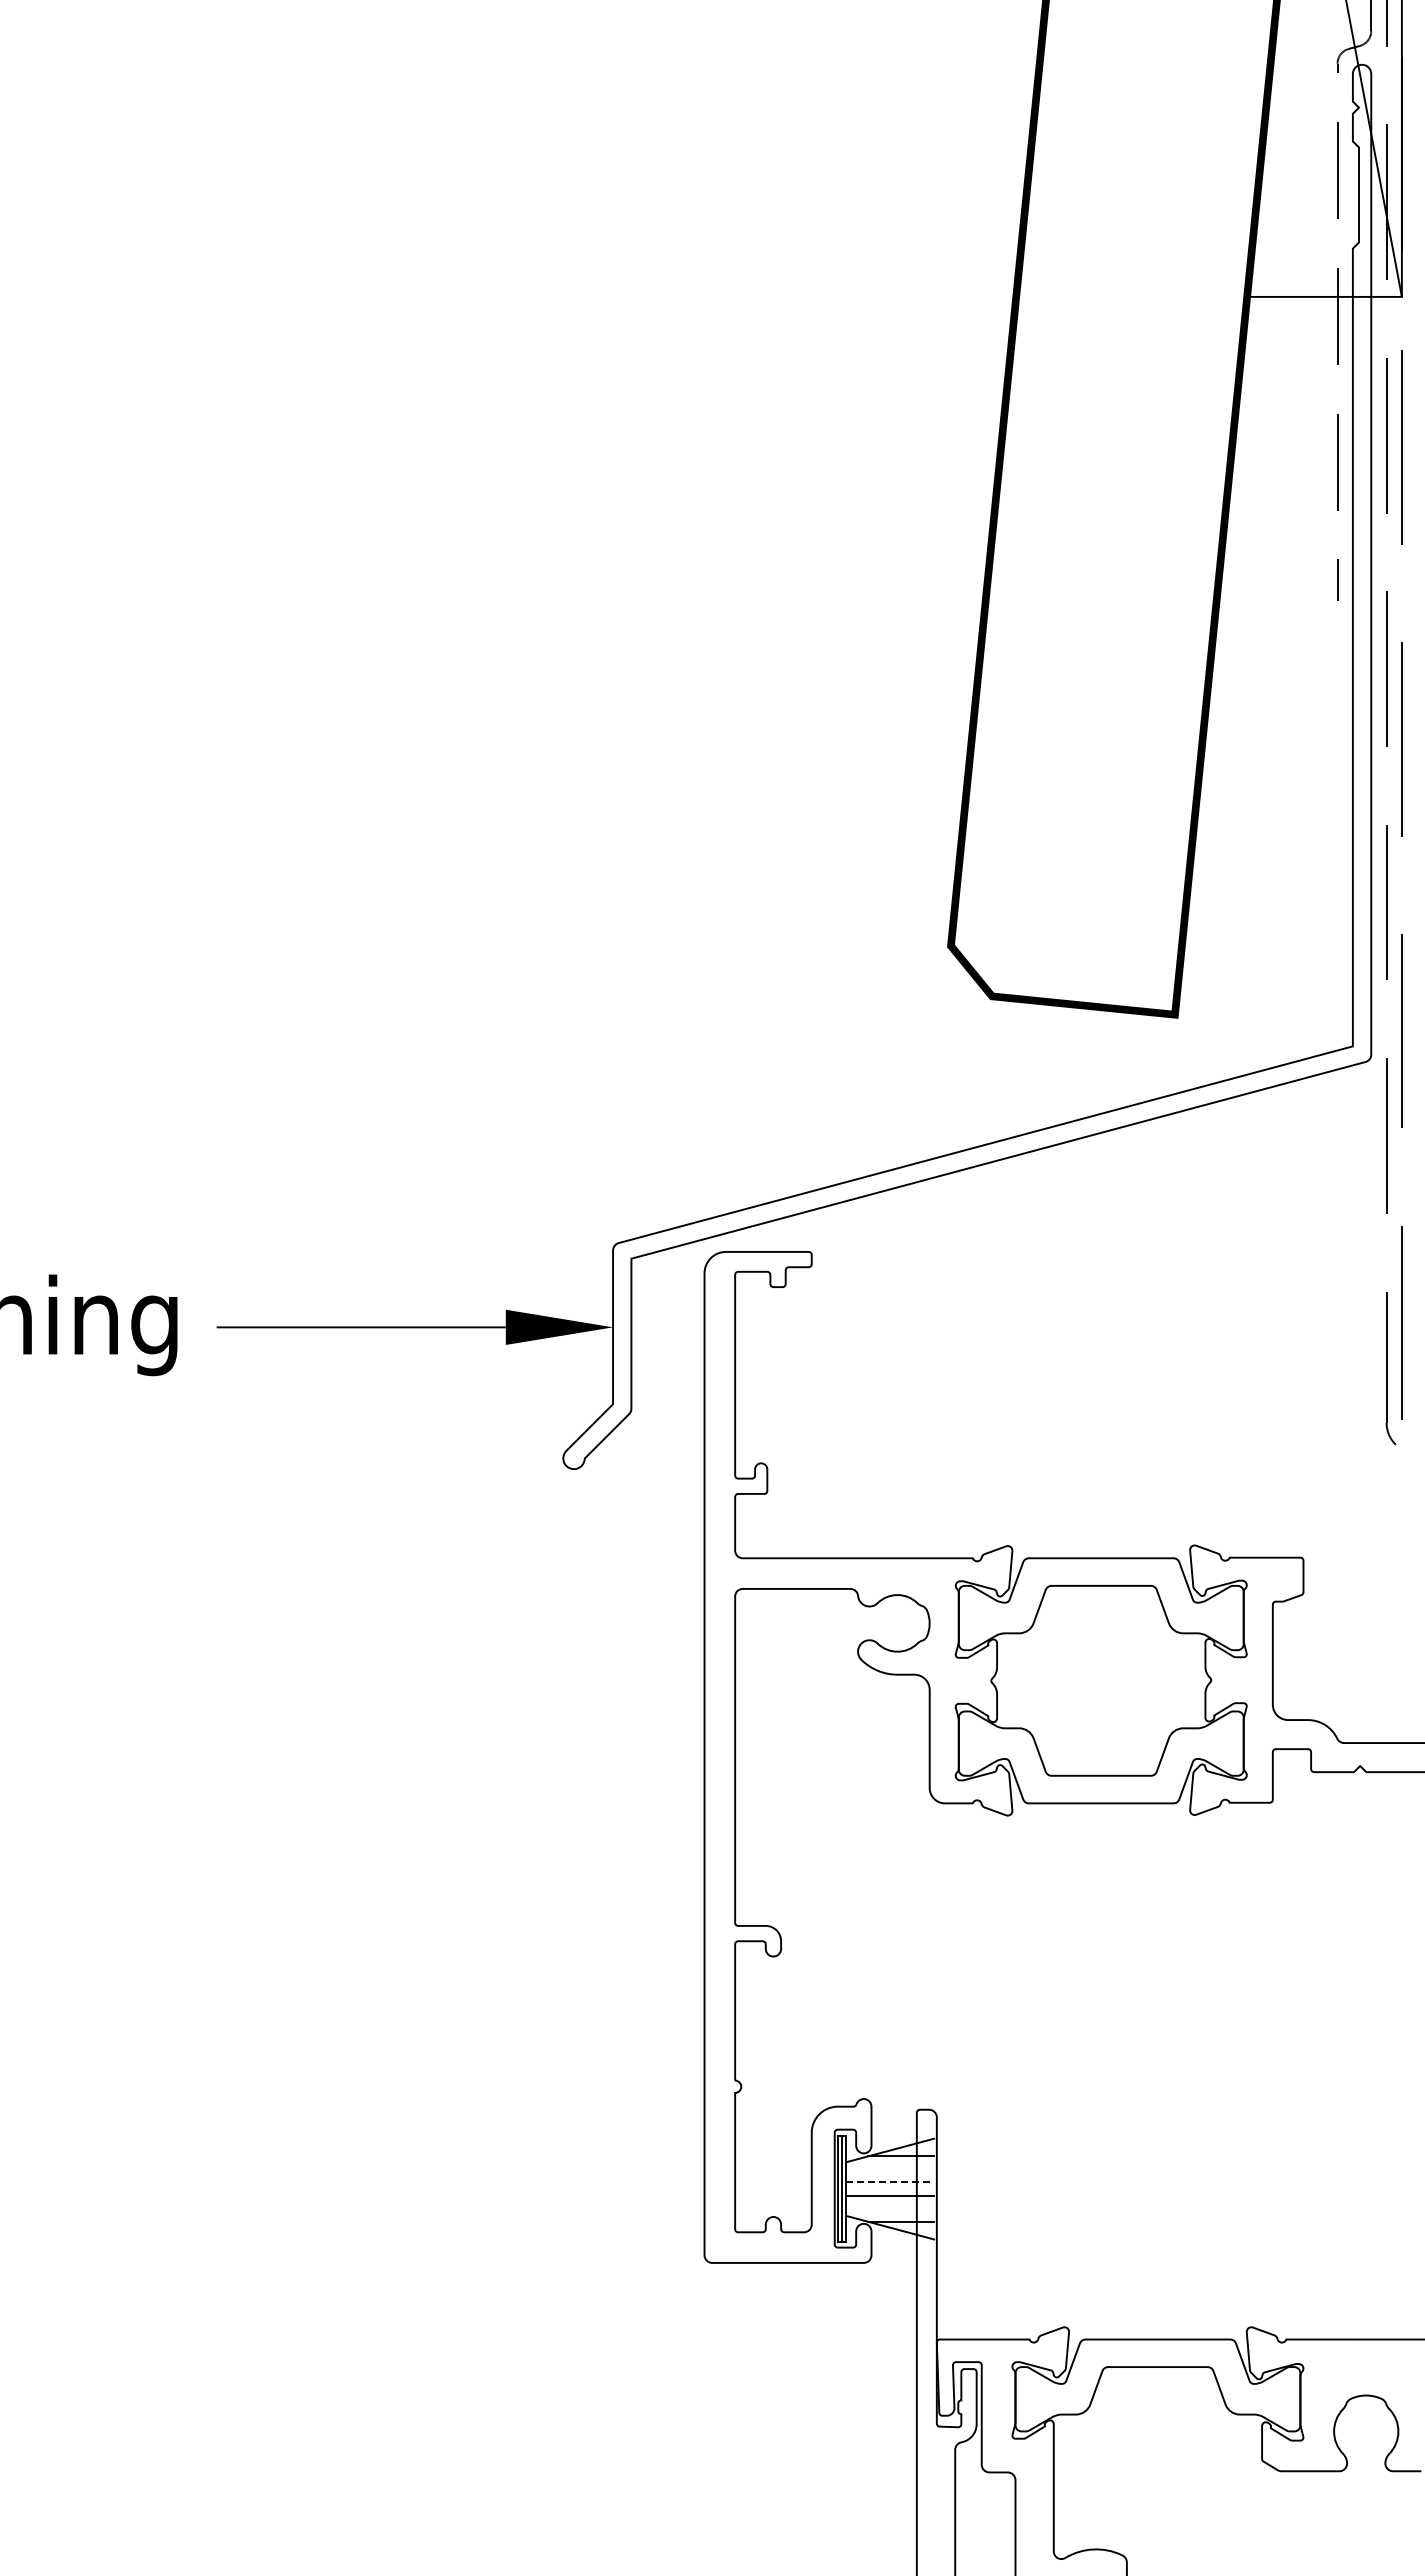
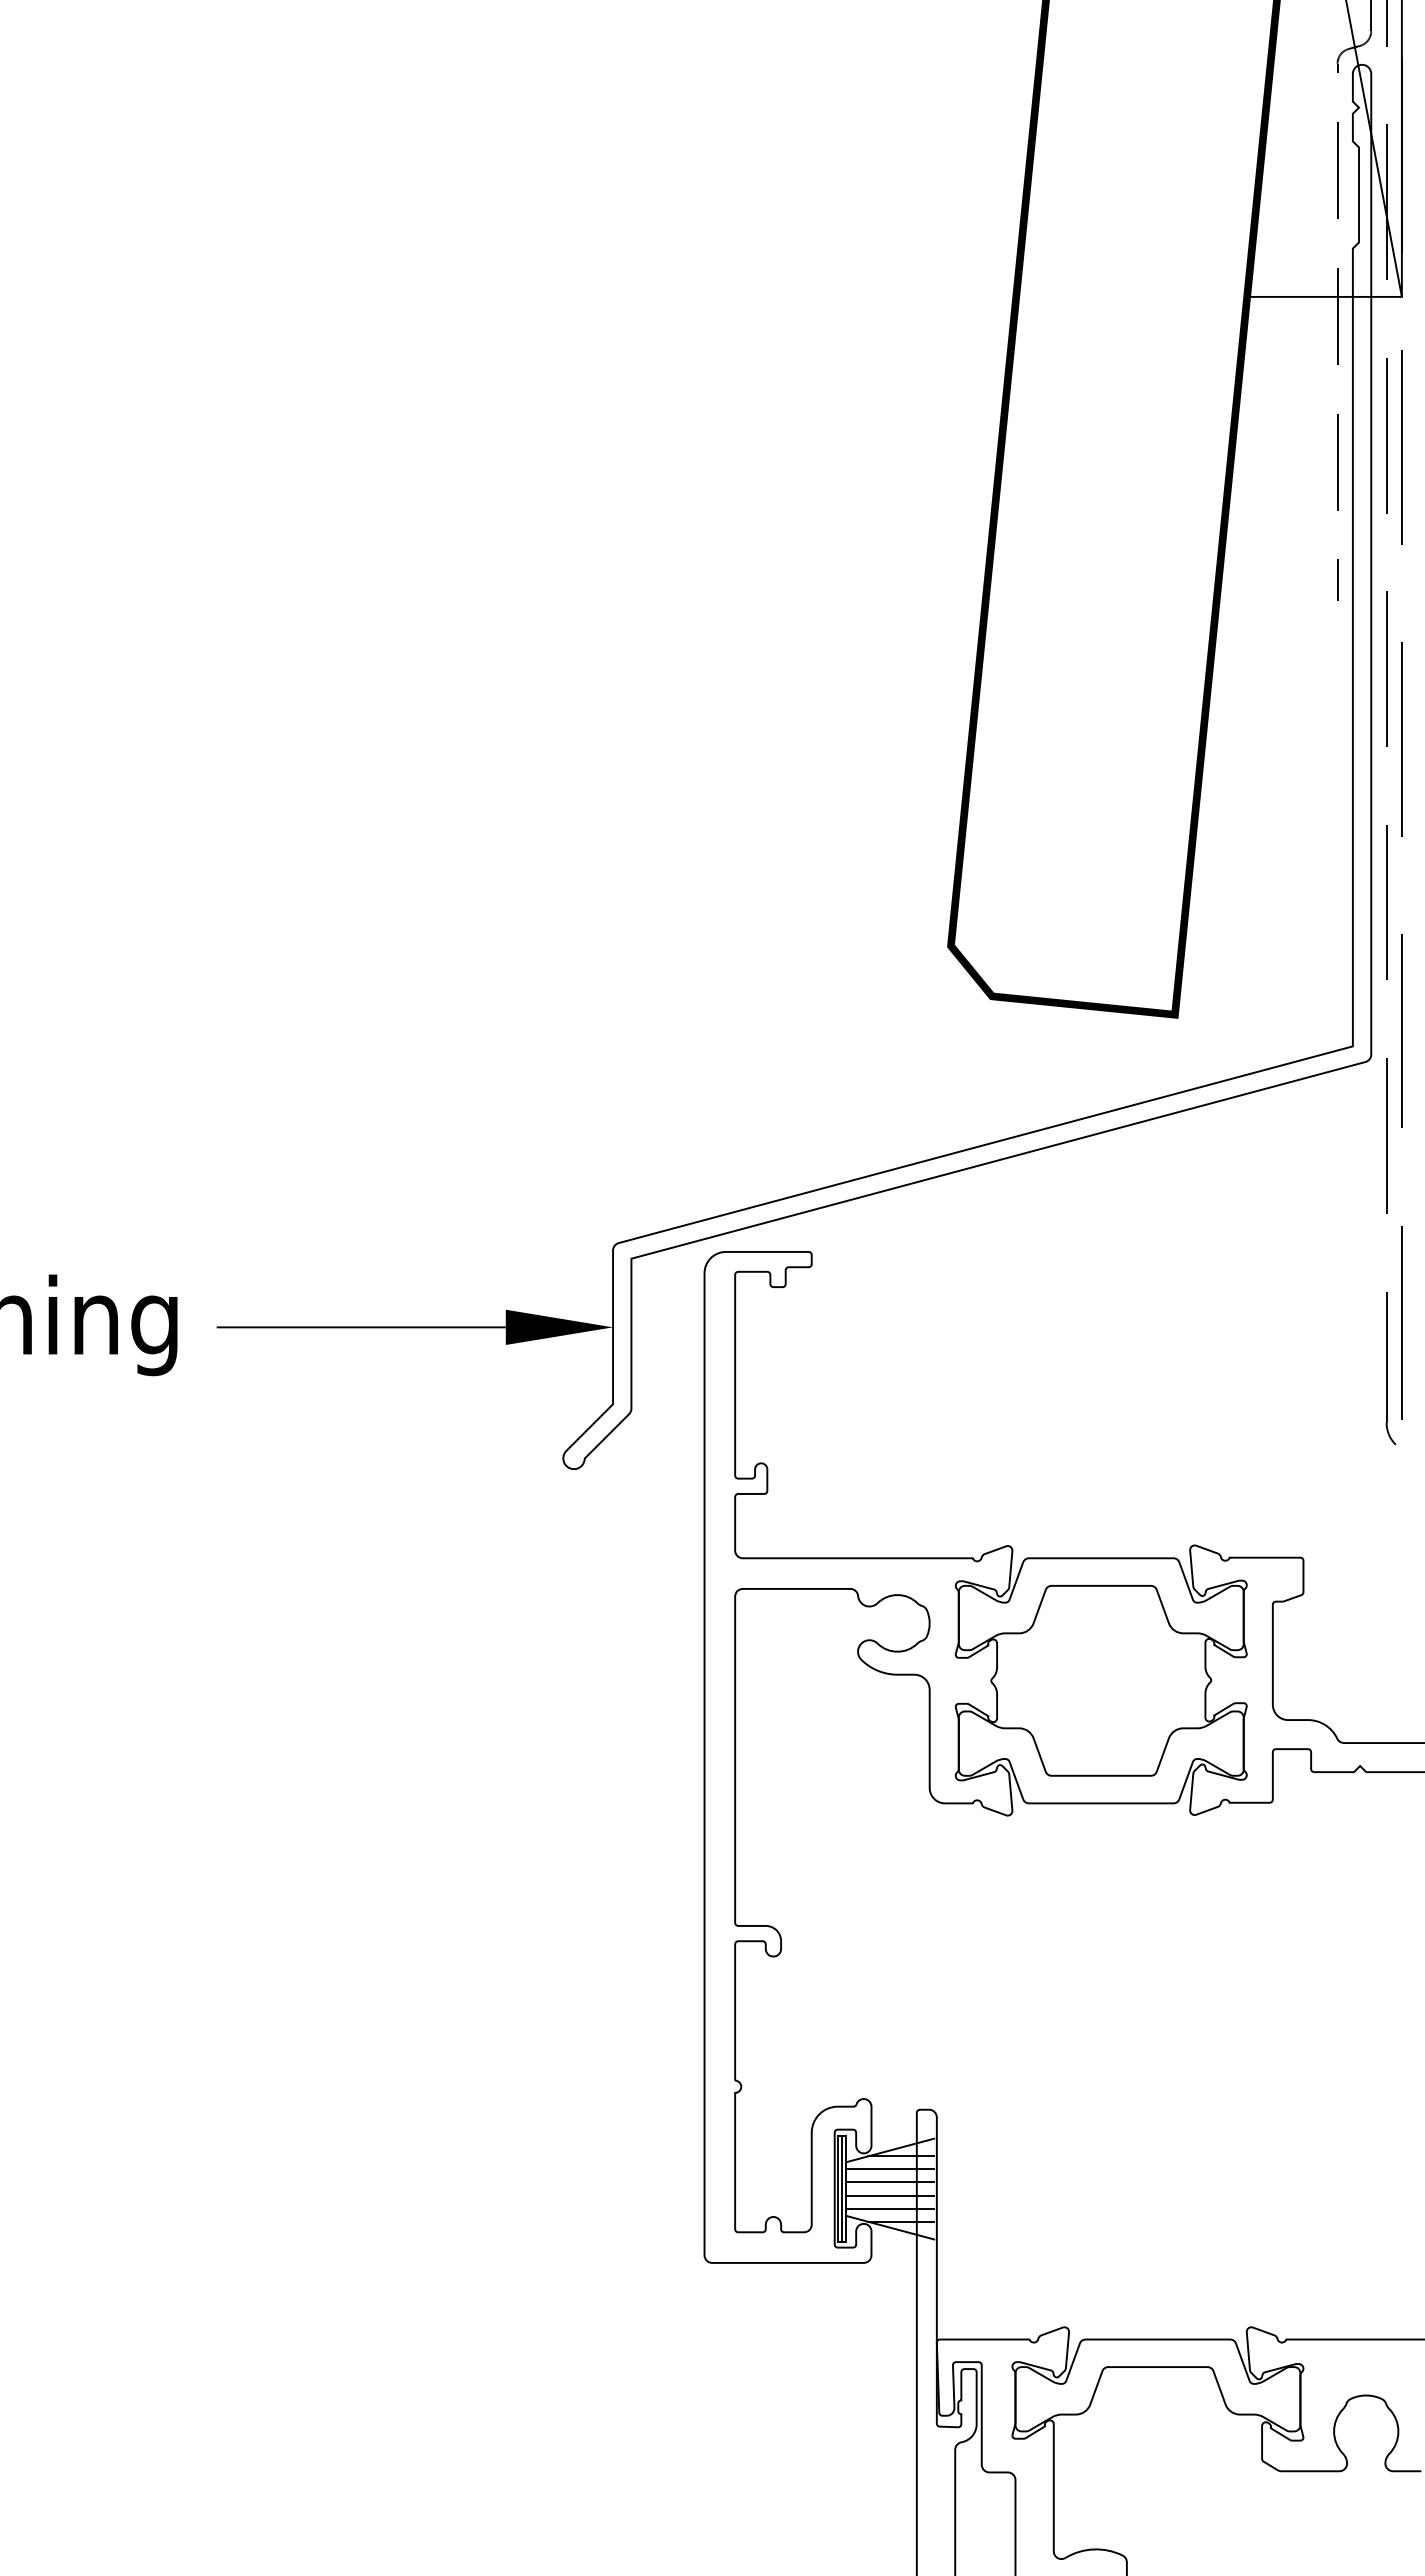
line at (890, 2169): none -> present
line at (890, 2182): dashed -> solid
line at (890, 2209): none -> present
